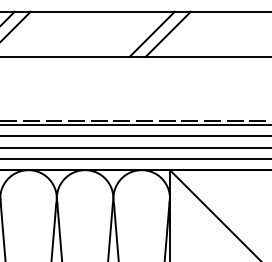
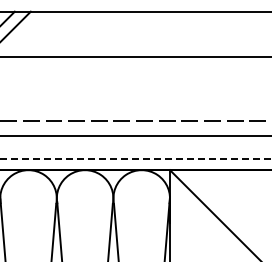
line at (151, 33): present -> none
line at (167, 33): present -> none
line at (135, 124): present -> none
line at (135, 147): present -> none
line at (136, 158): solid -> dashed
